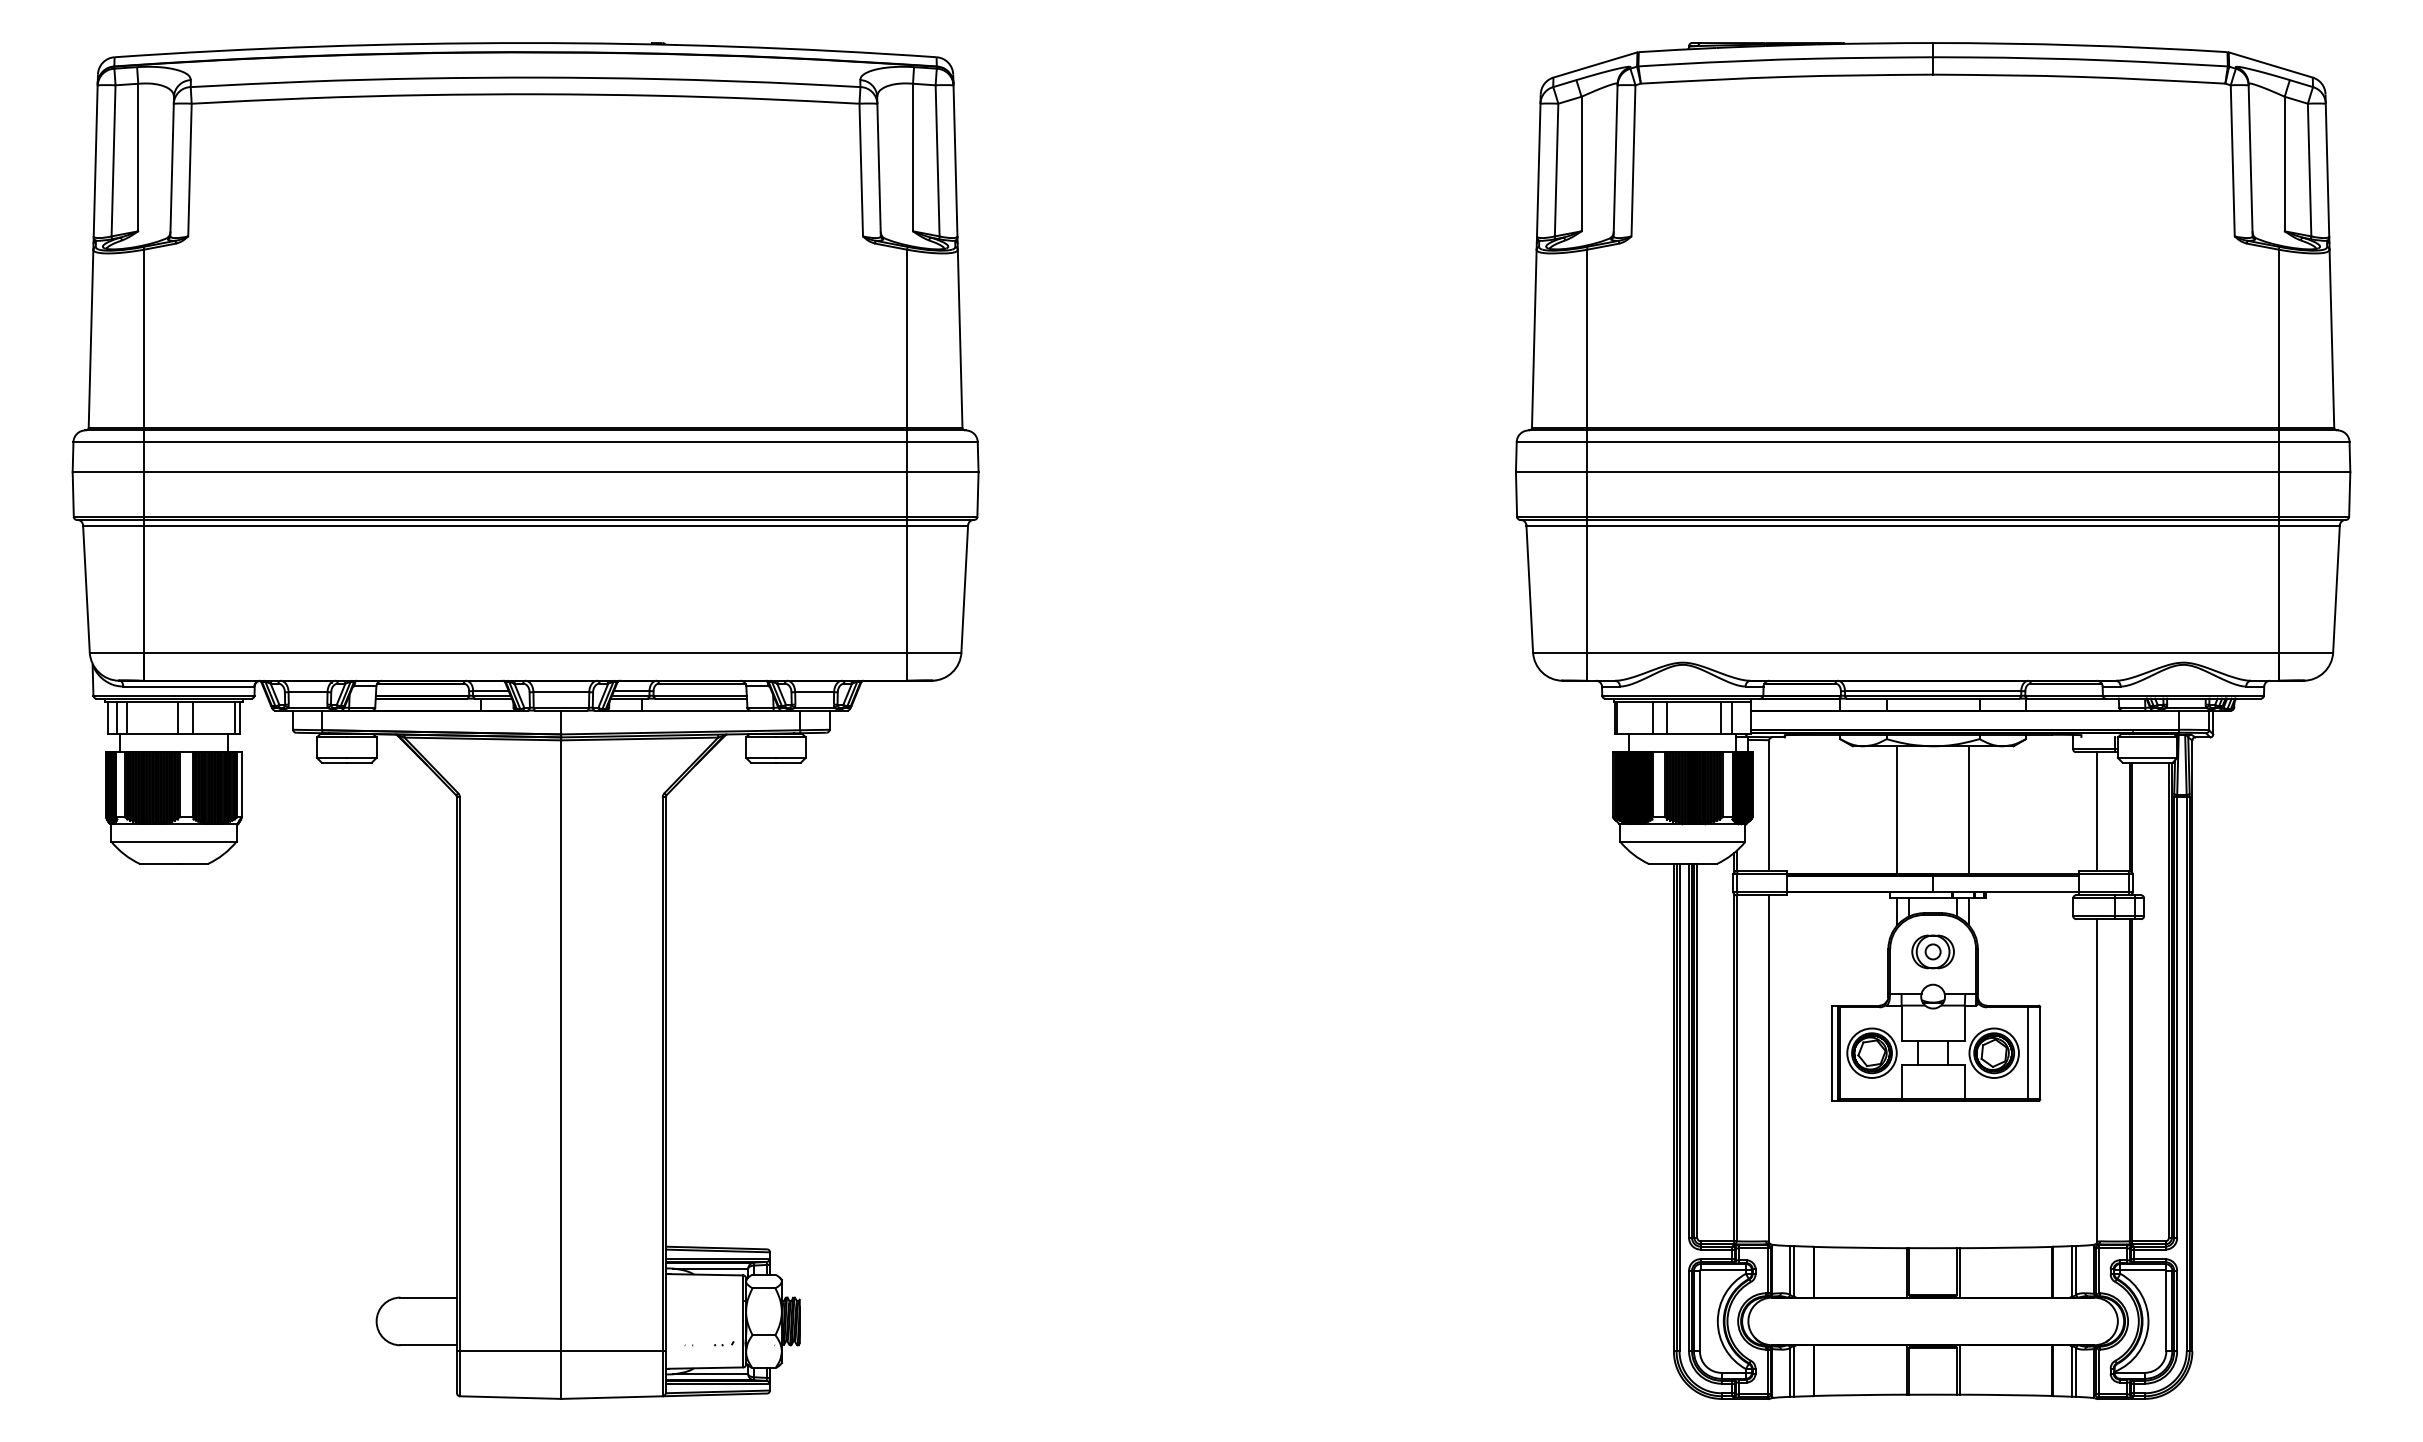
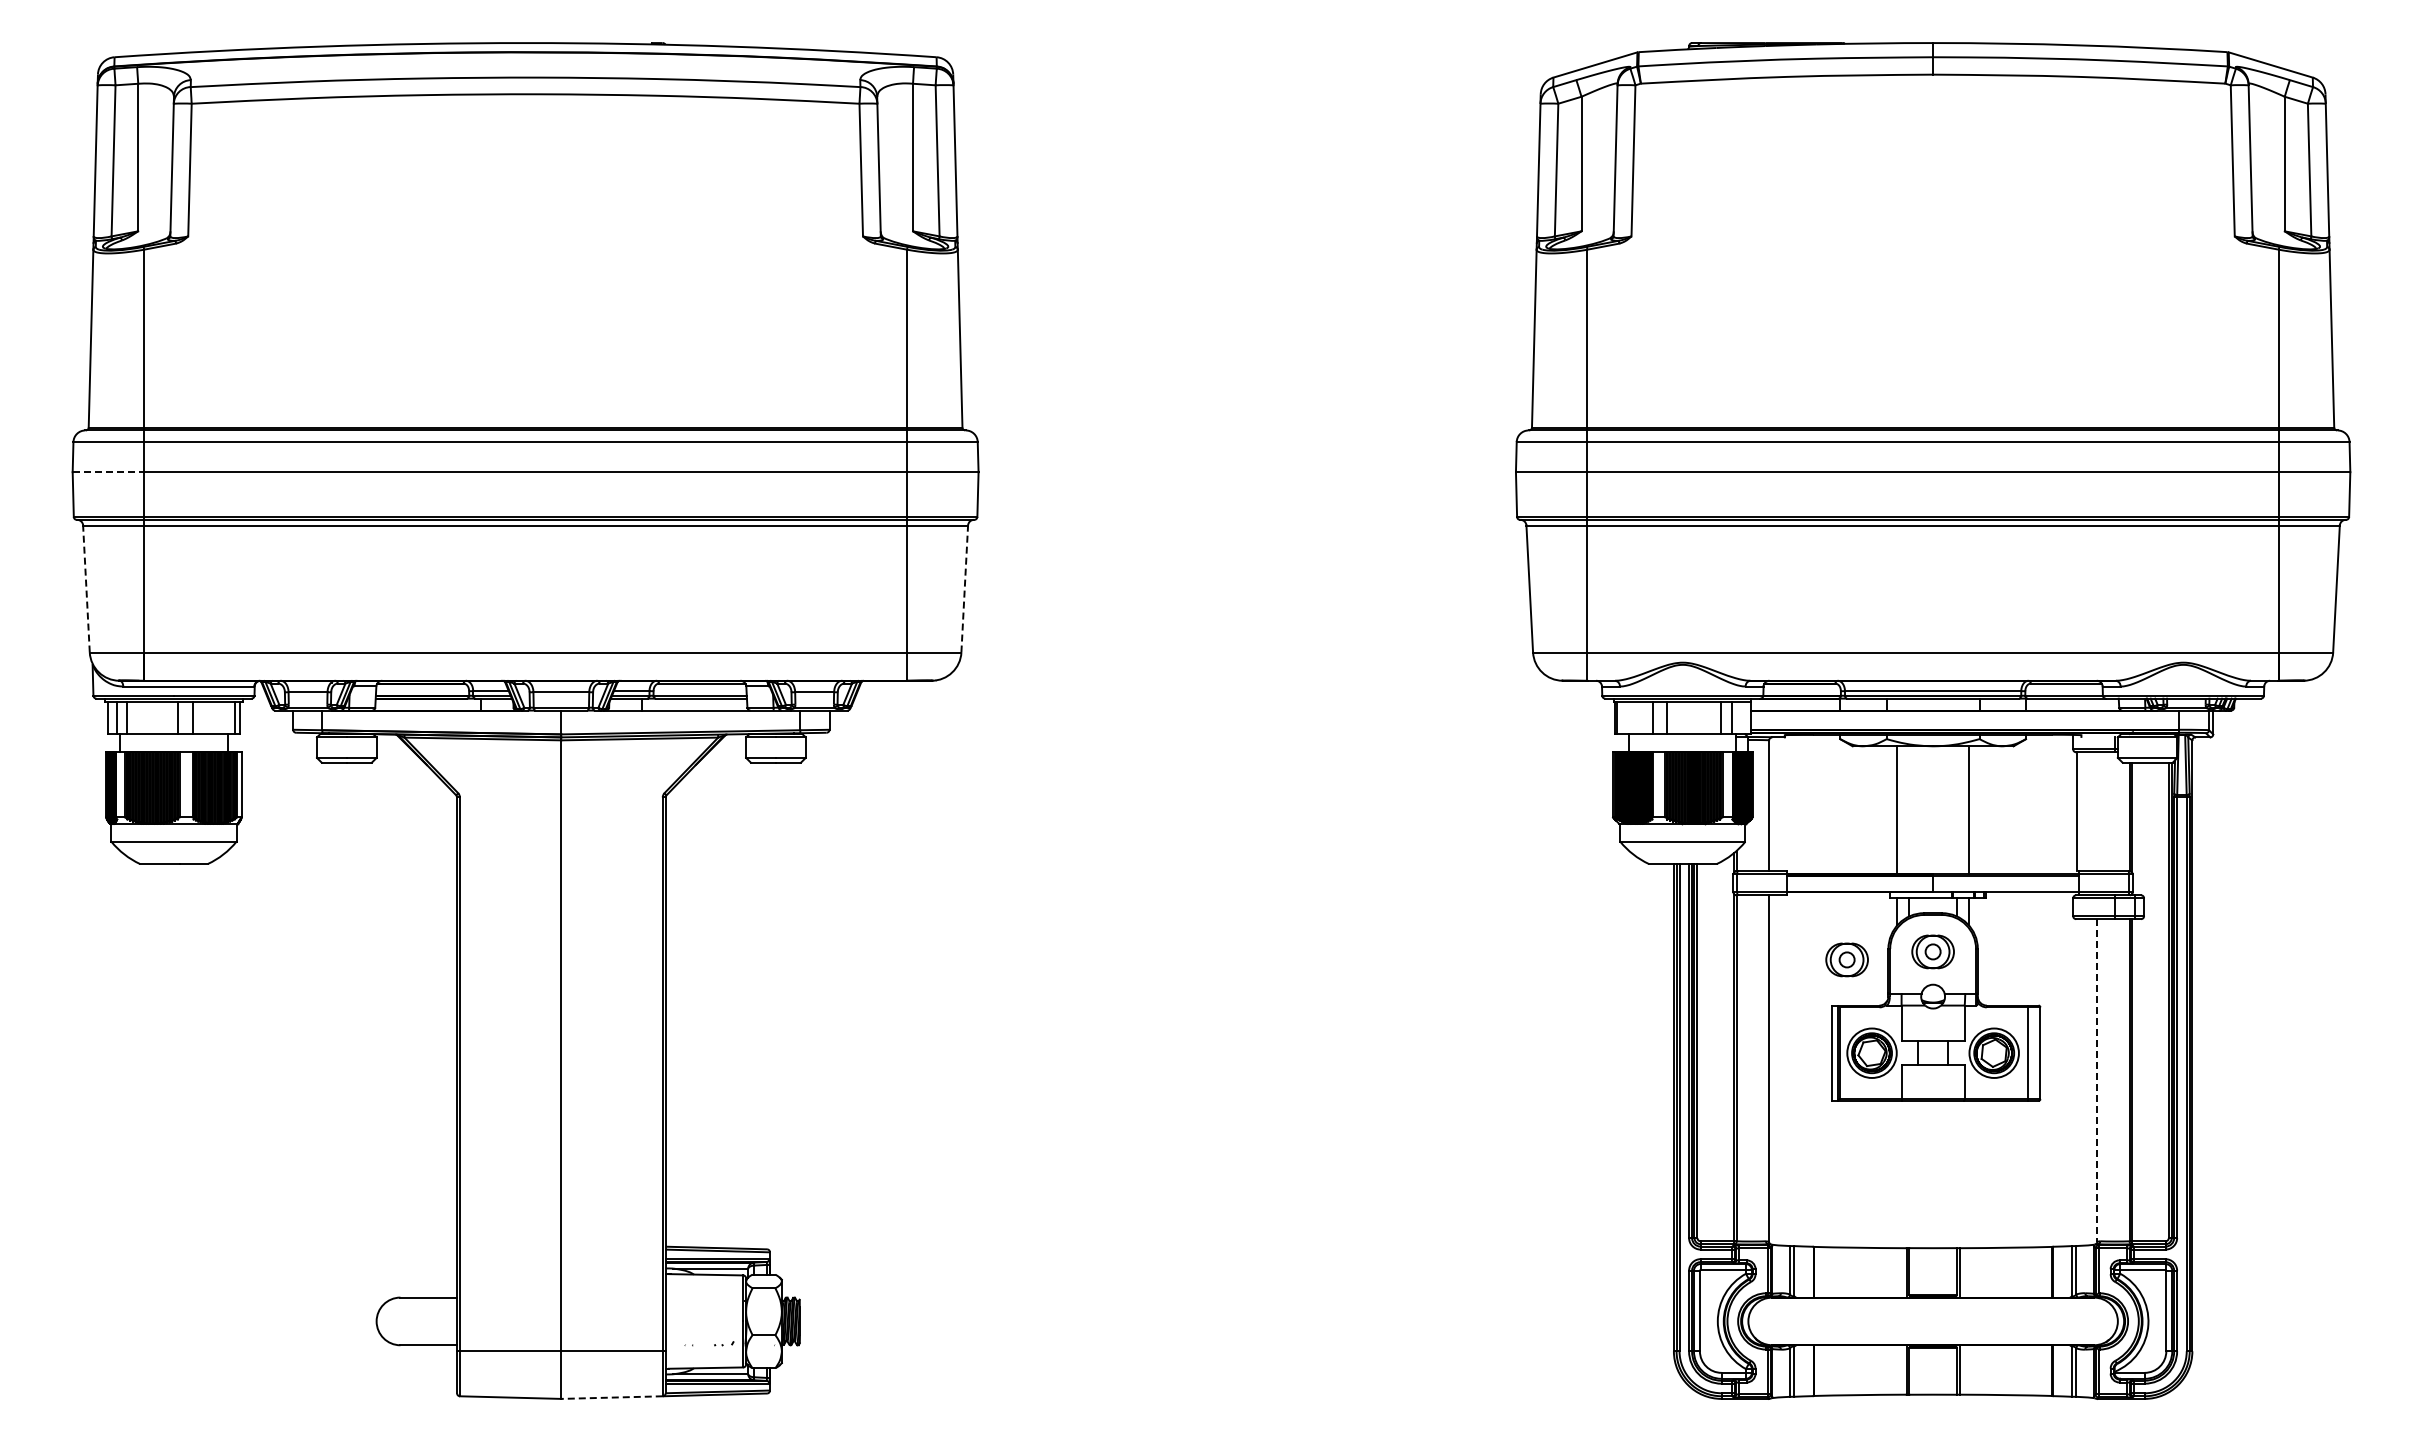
line at (108, 472): solid -> dashed
line at (86, 589): solid -> dashed
line at (964, 589): solid -> dashed
line at (2097, 811) position: (2097, 811) -> (2077, 811)
part at (1846, 959): none -> present
line at (2097, 1081): solid -> dashed
line at (612, 1397): solid -> dashed
